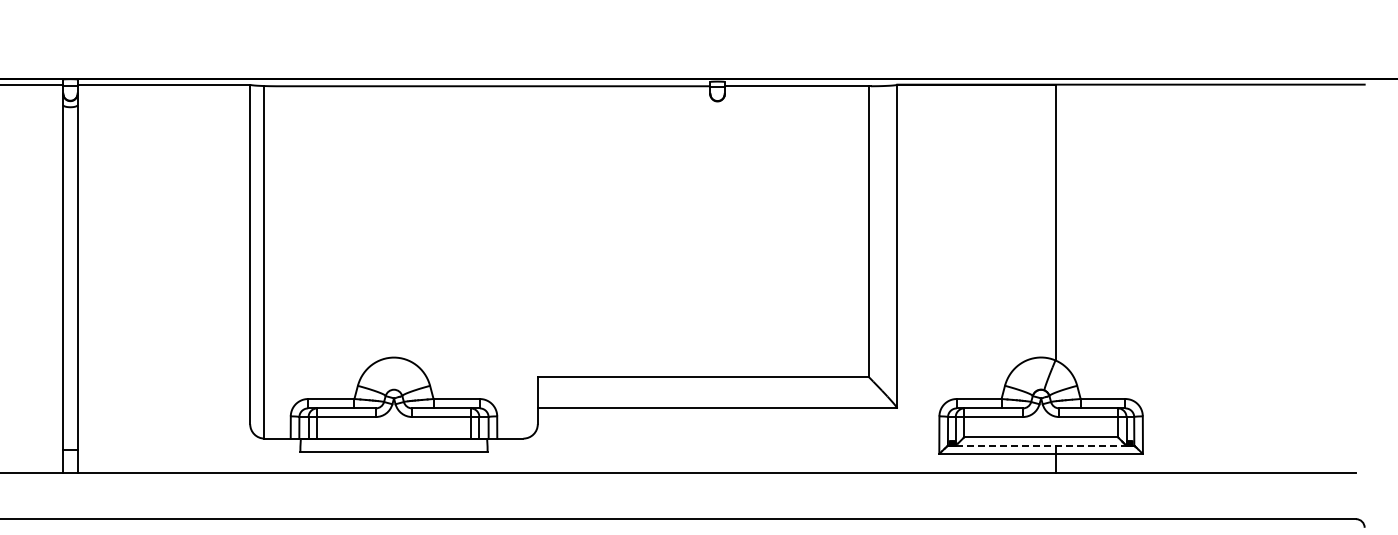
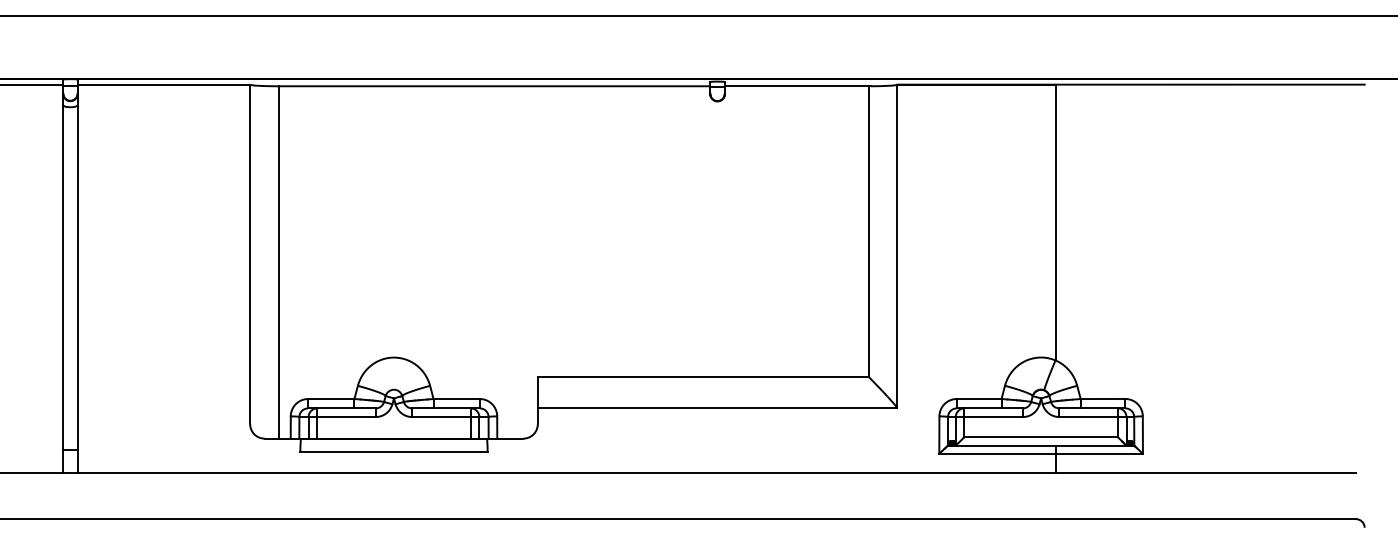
line at (698, 15): none -> present
line at (263, 262) position: (263, 262) -> (278, 262)
line at (1041, 445): dashed -> solid
